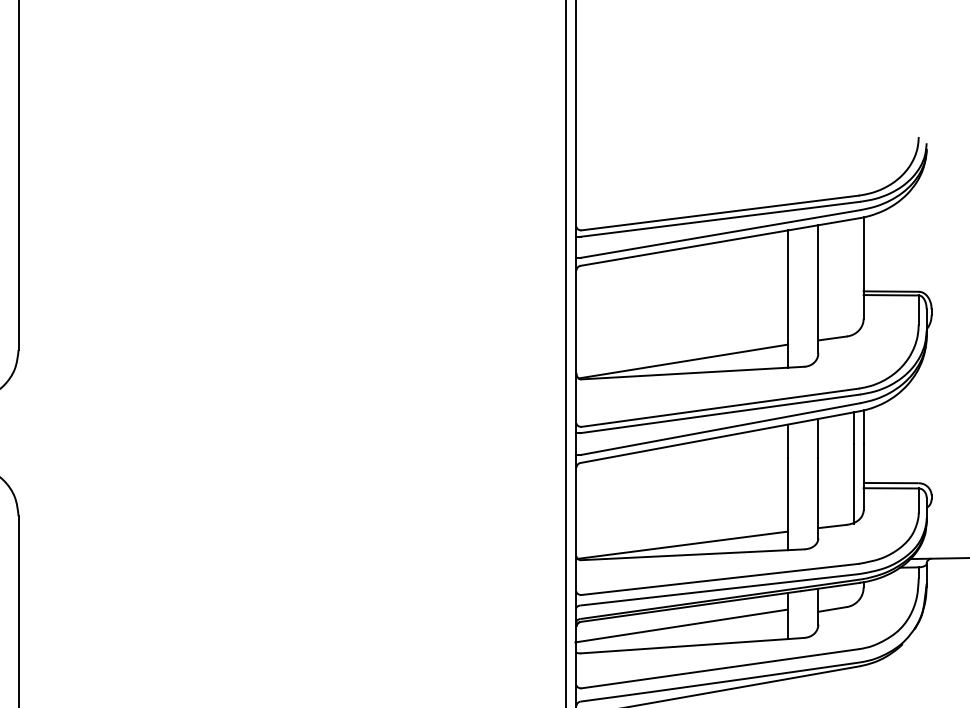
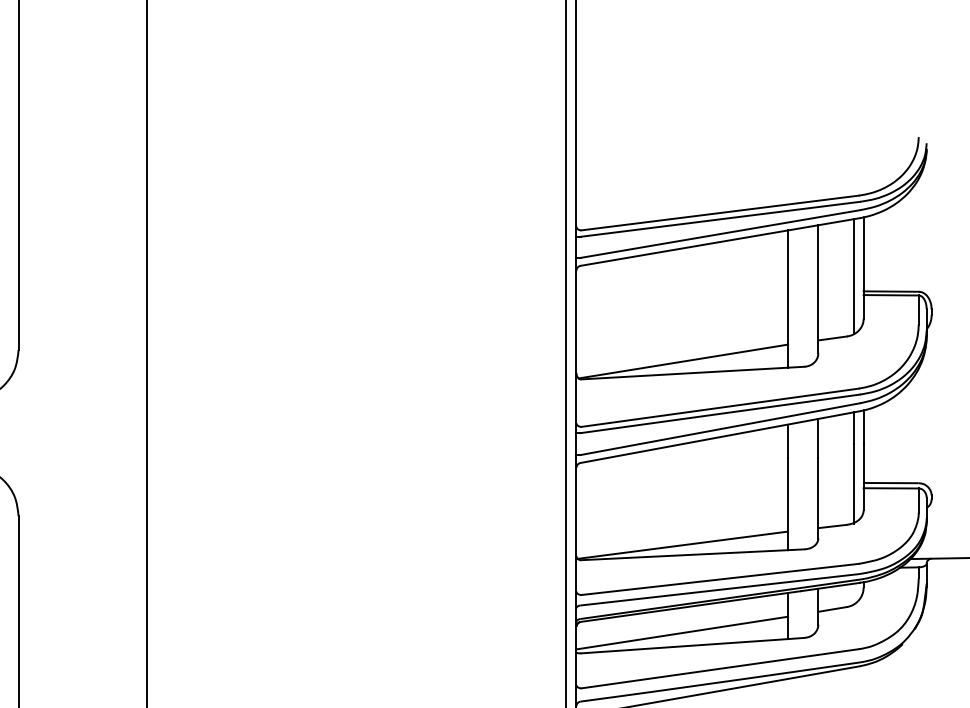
line at (853, 276): none -> present
line at (147, 353): none -> present
line at (681, 625) position: (681, 625) -> (682, 632)
